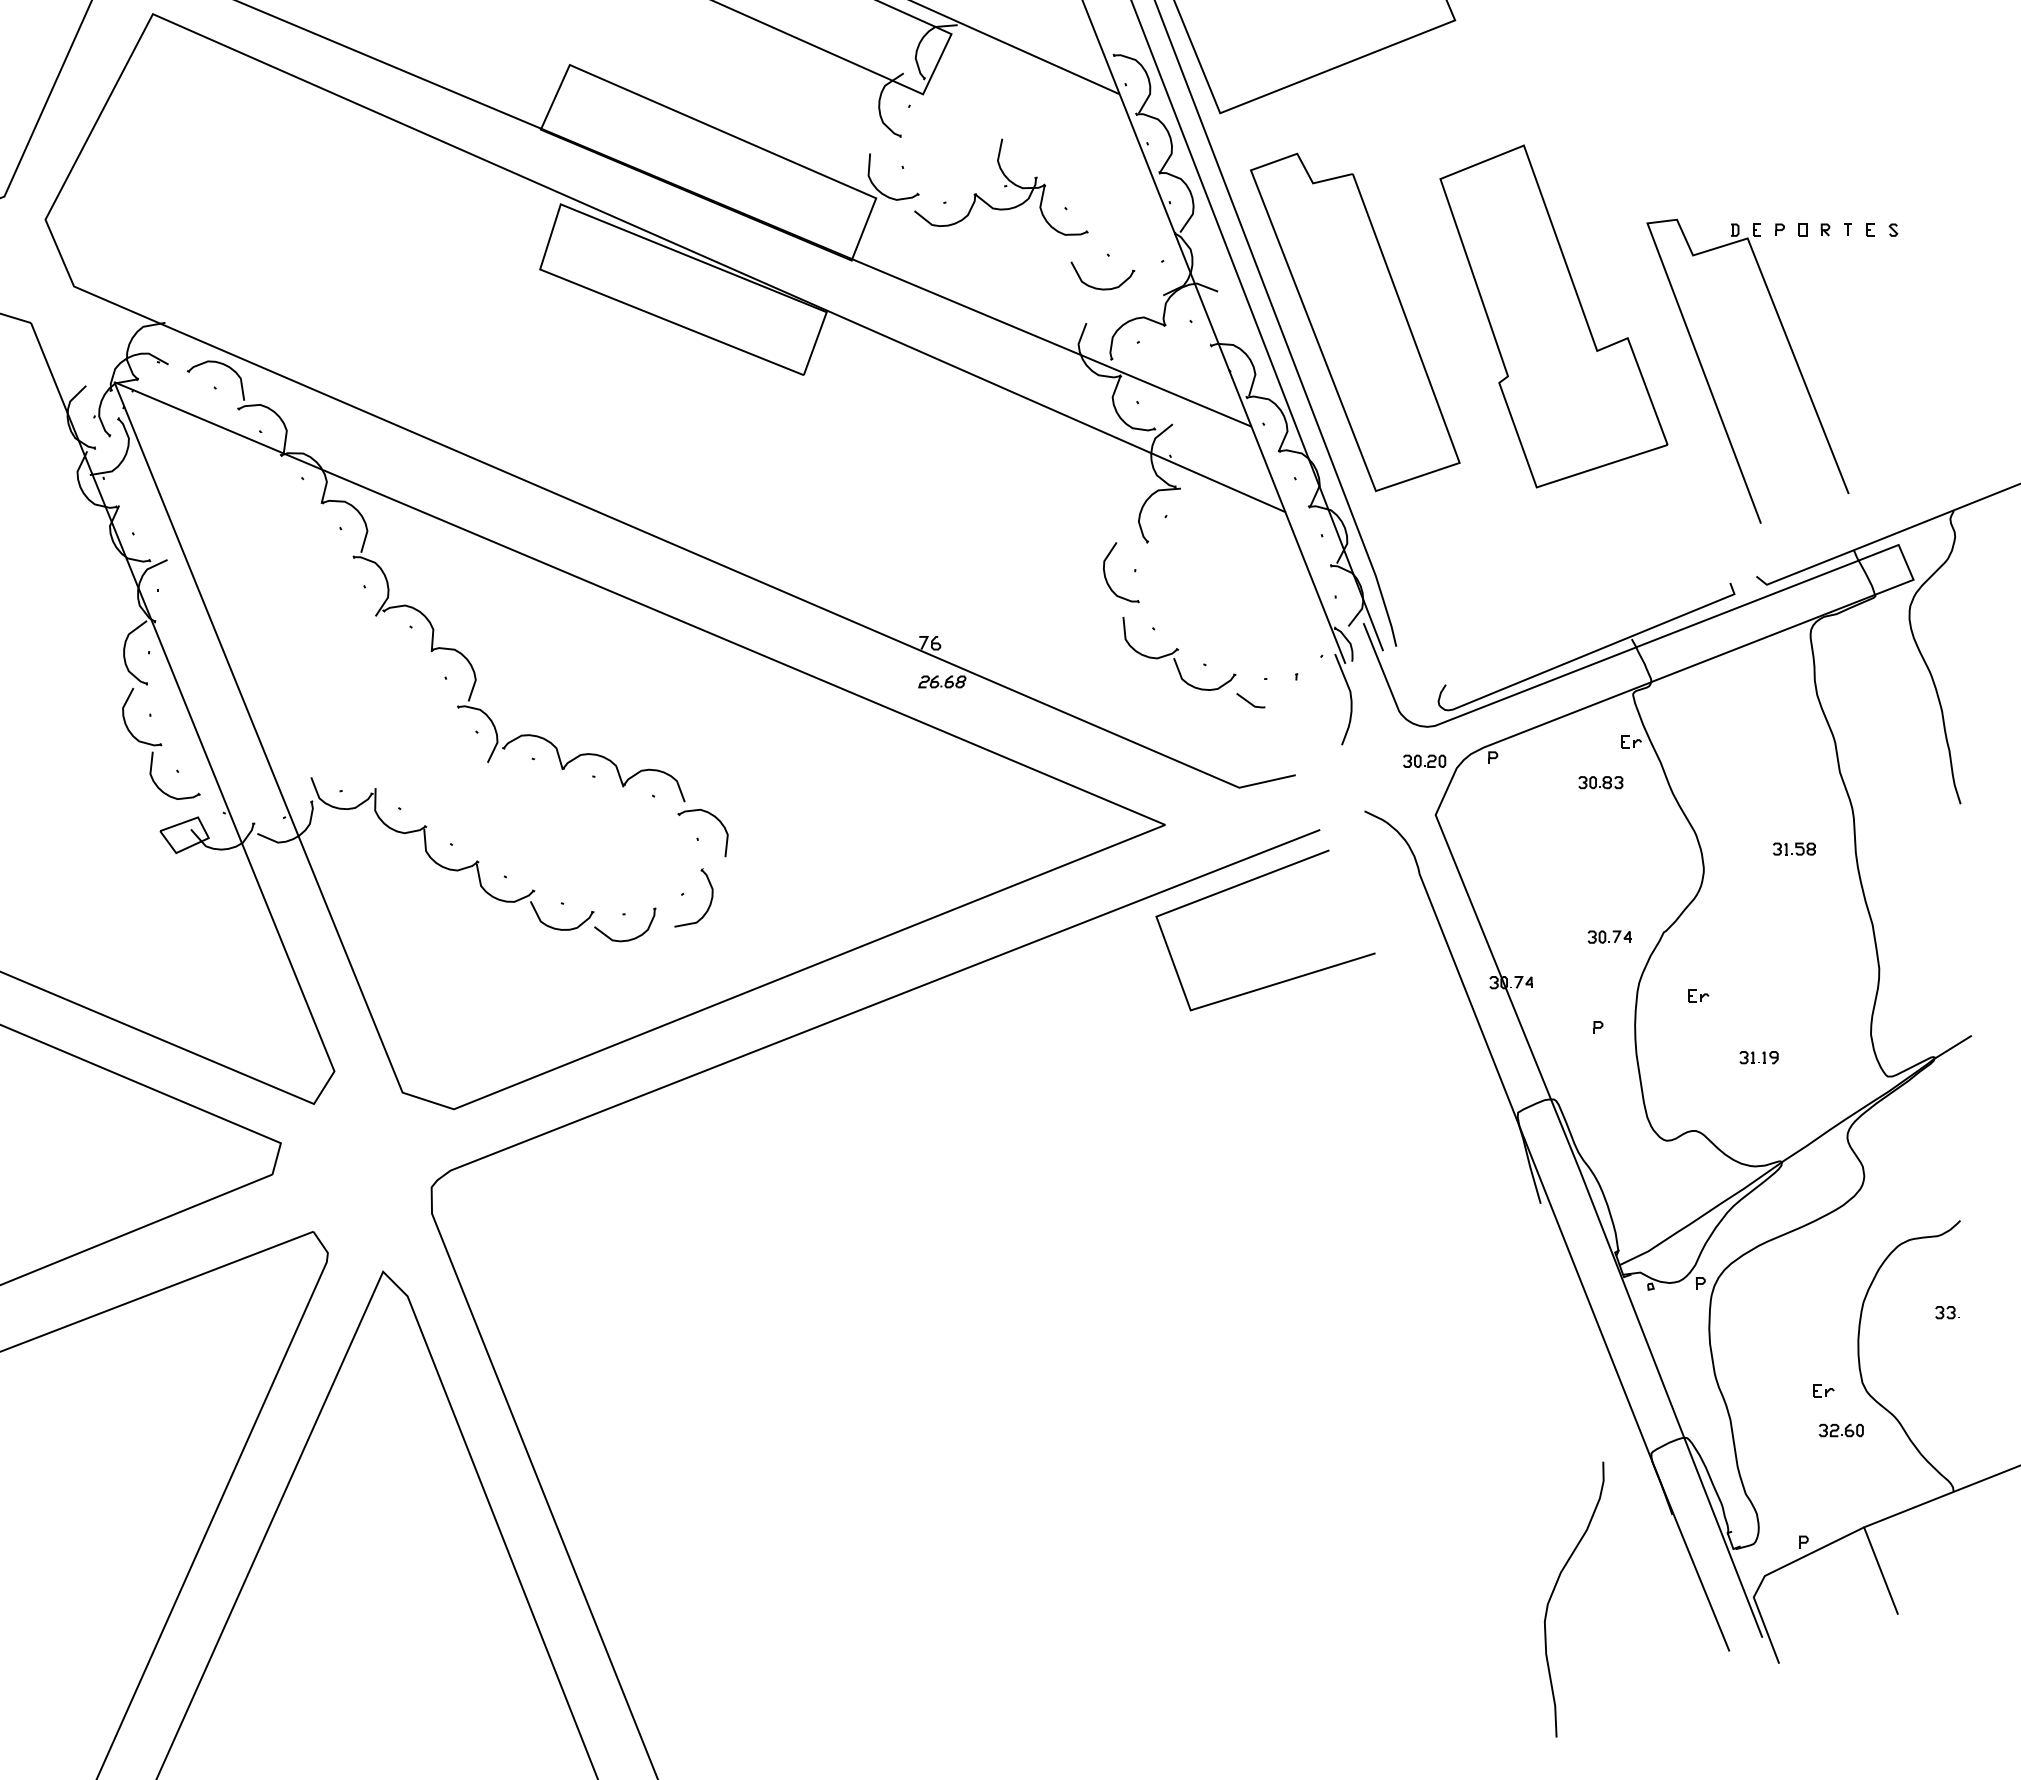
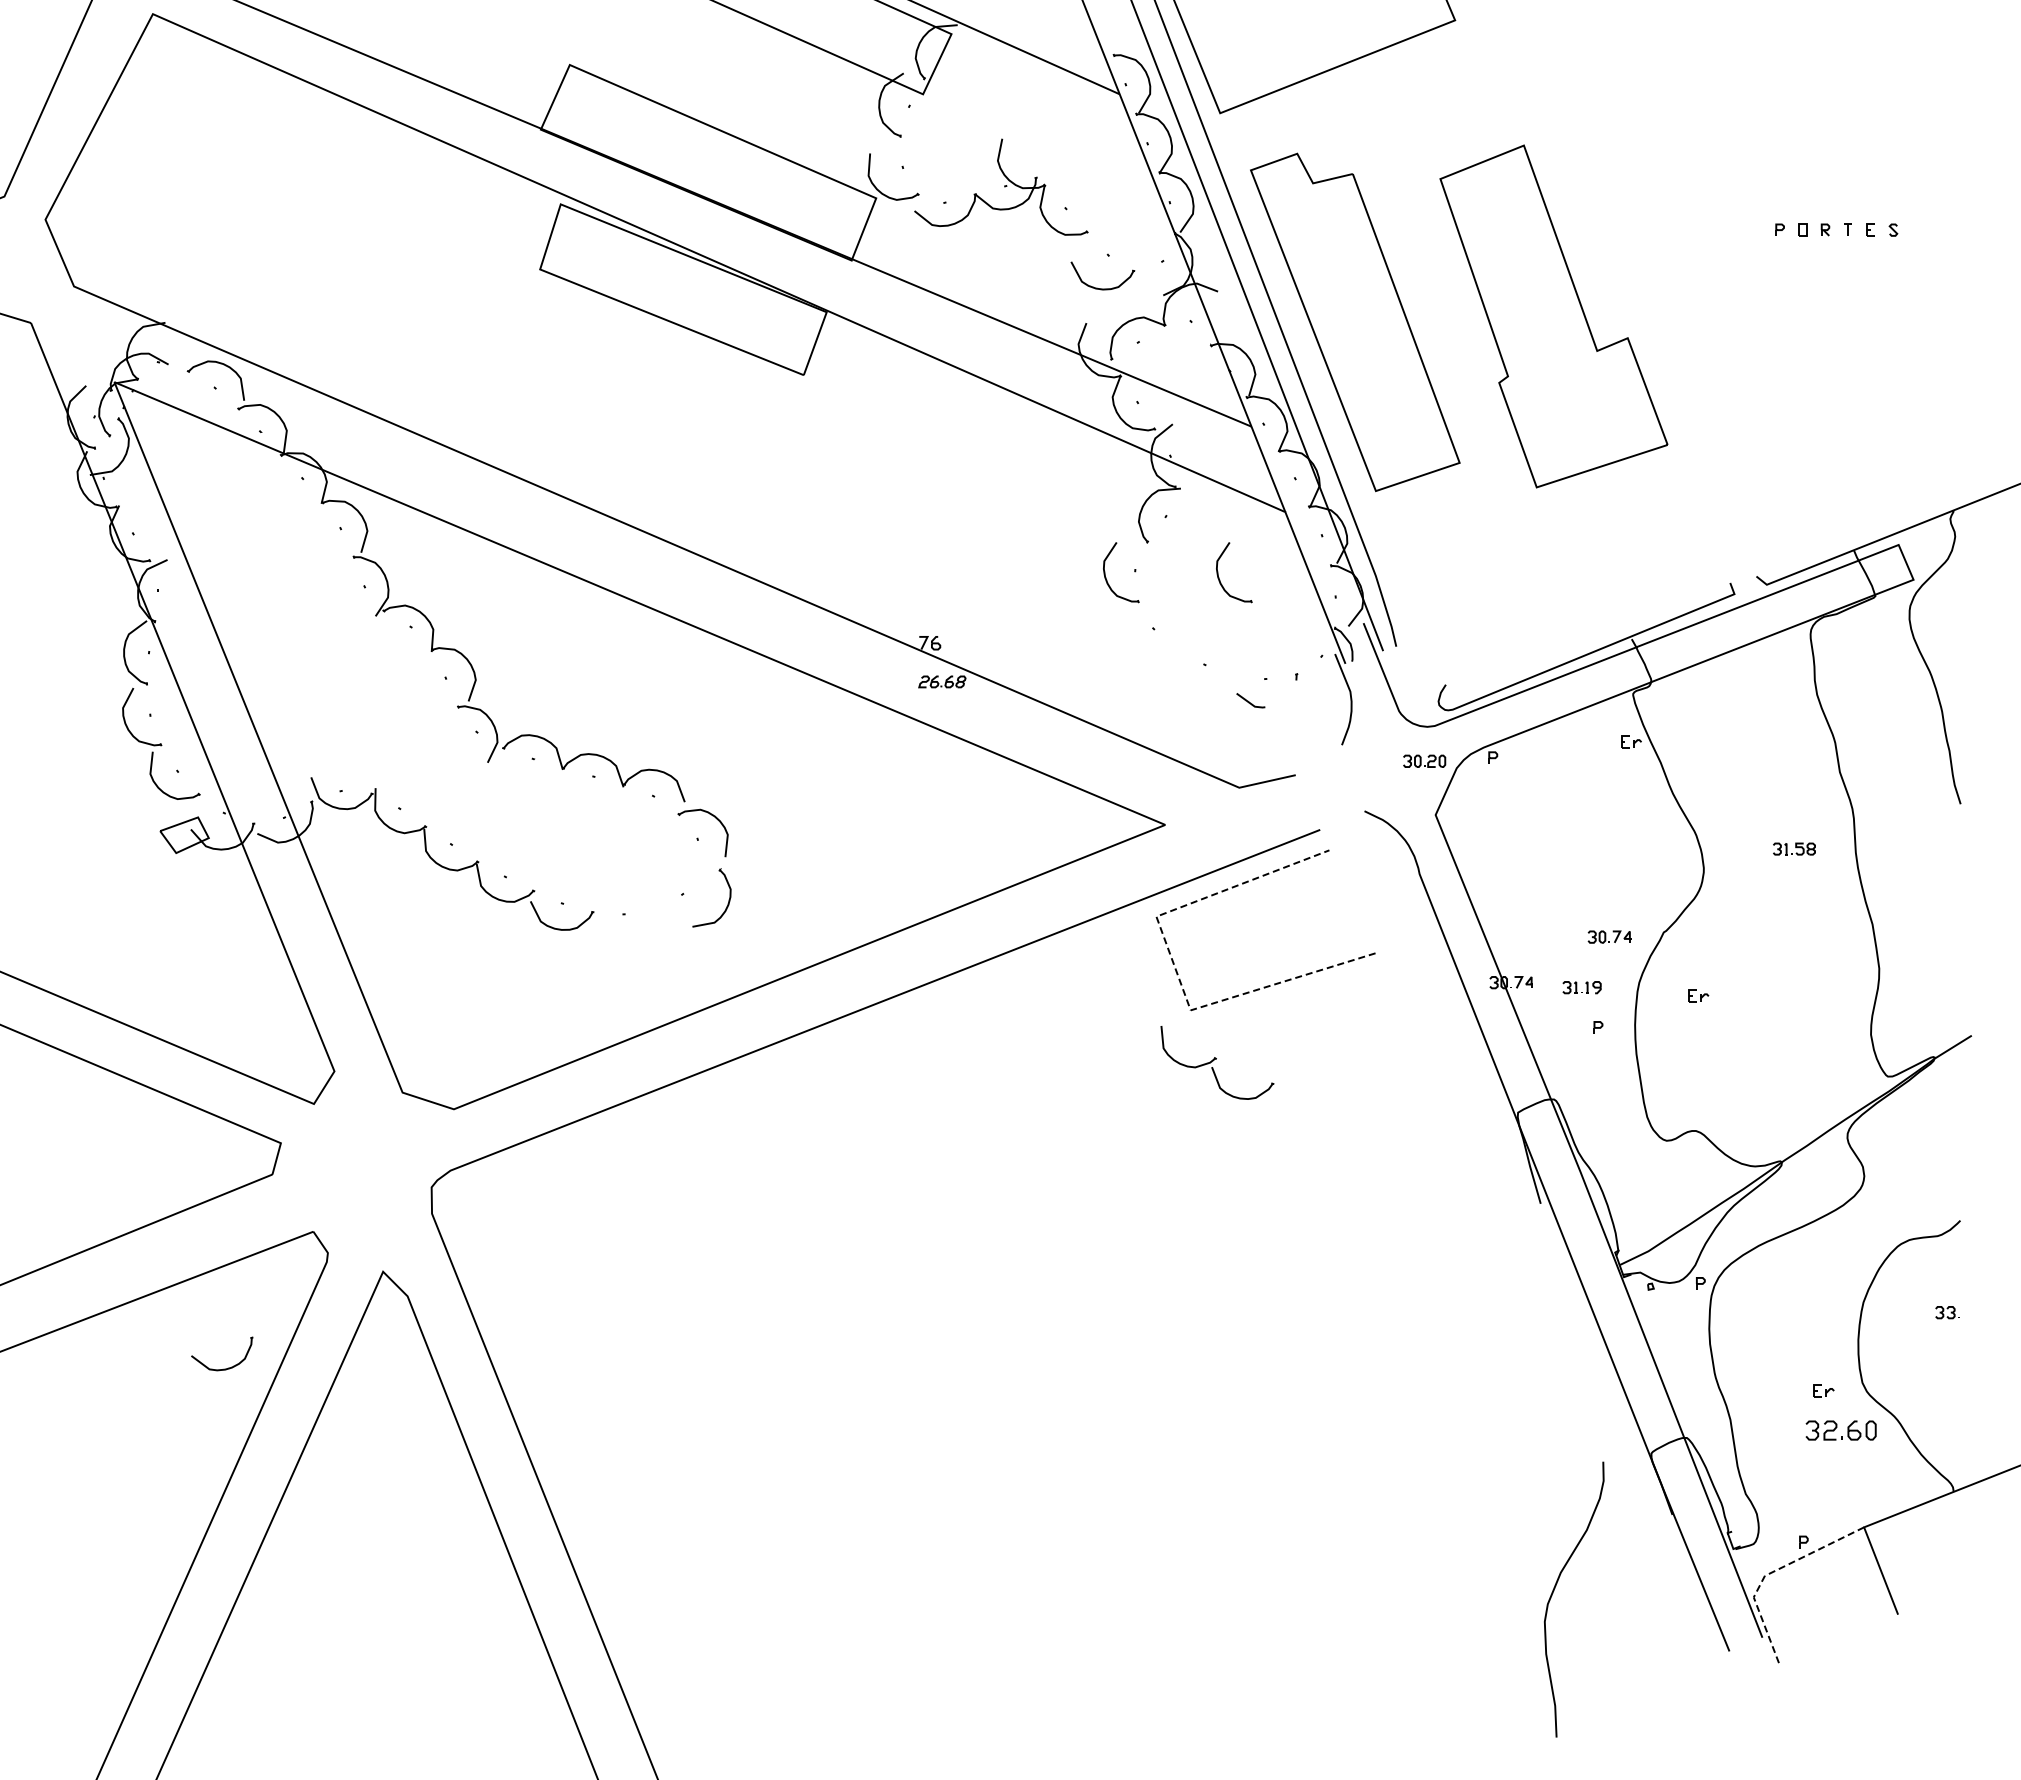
part at (1710, 386): present -> none
part at (1219, 577): none -> present
part at (1179, 653) position: (1179, 653) -> (1217, 1062)
part at (1600, 782): present -> none
part at (709, 903) position: (709, 903) -> (727, 903)
part at (626, 939) position: (626, 939) -> (223, 1368)
line at (1174, 967): solid -> dashed
part at (1758, 1057) position: (1758, 1057) -> (1581, 987)
part at (1841, 1430) size: 45x15 px -> 72x21 px
line at (1770, 1573): solid -> dashed
